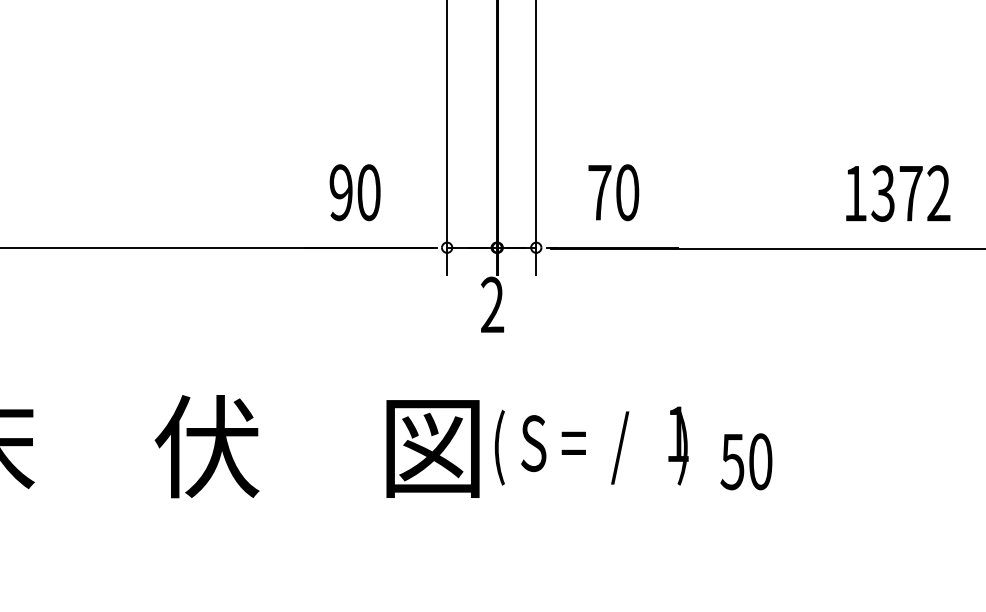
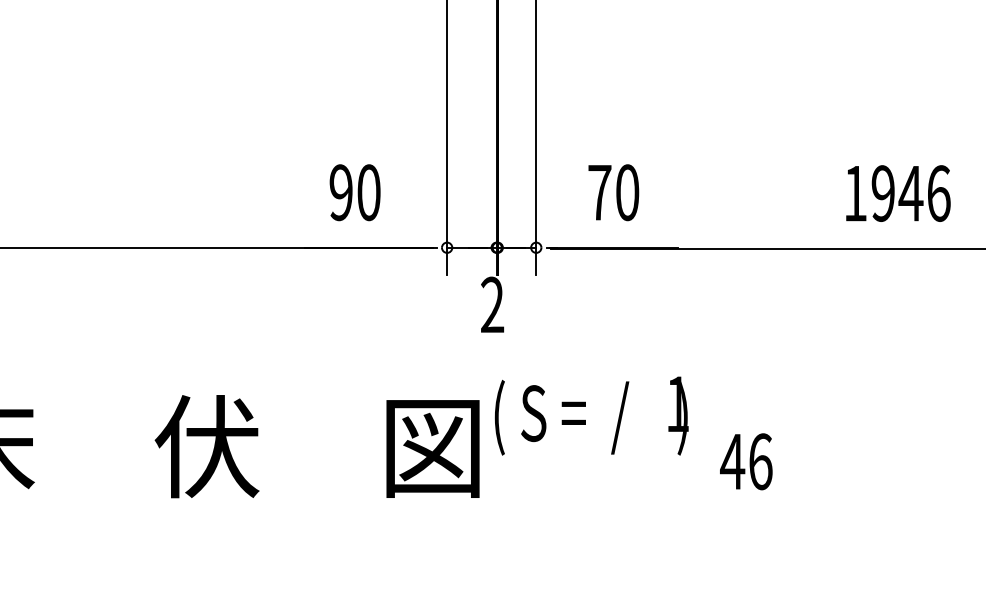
text at (910, 193): 1372 -> 1946
text at (591, 445) position: (591, 445) -> (591, 415)
text at (746, 461): 50 -> 46
